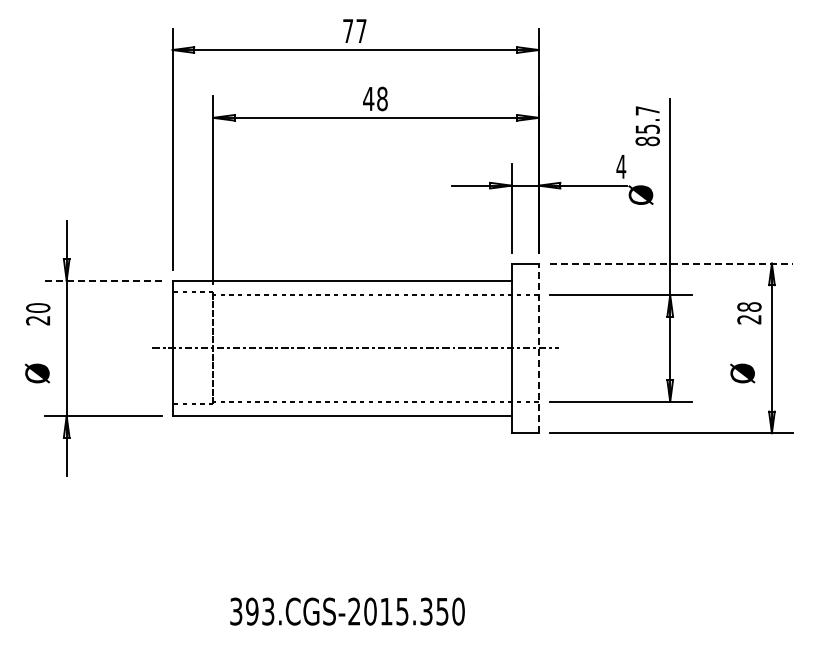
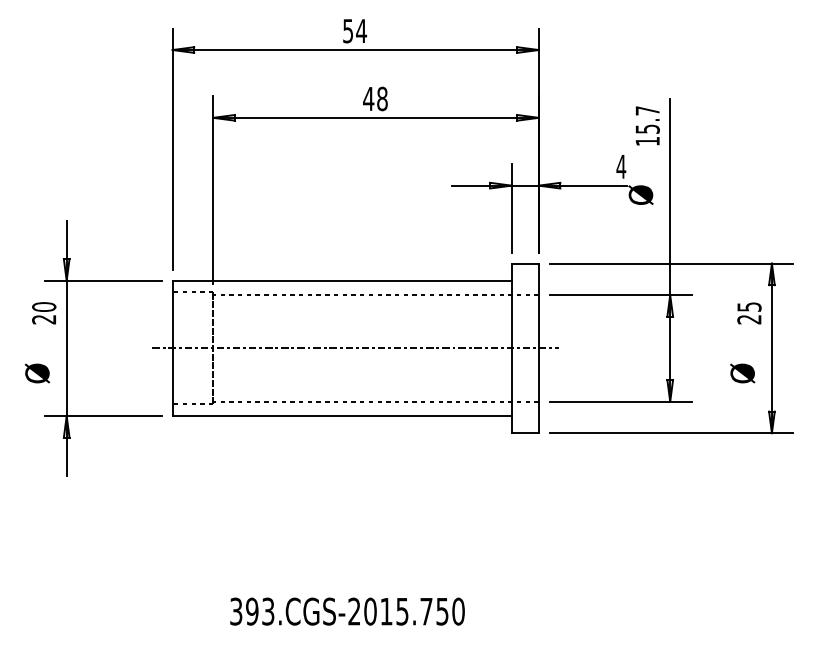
text at (355, 31): 77 -> 54
text at (647, 141): 85.7 -> 15.7
line at (671, 263): dashed -> solid
line at (103, 280): dashed -> solid
text at (749, 306): 28 -> 25
text at (38, 314) position: (38, 314) -> (44, 313)
line at (538, 348): dashed -> solid
text at (426, 611): 393.CGS-2015.350 -> 393.CGS-2015.750
